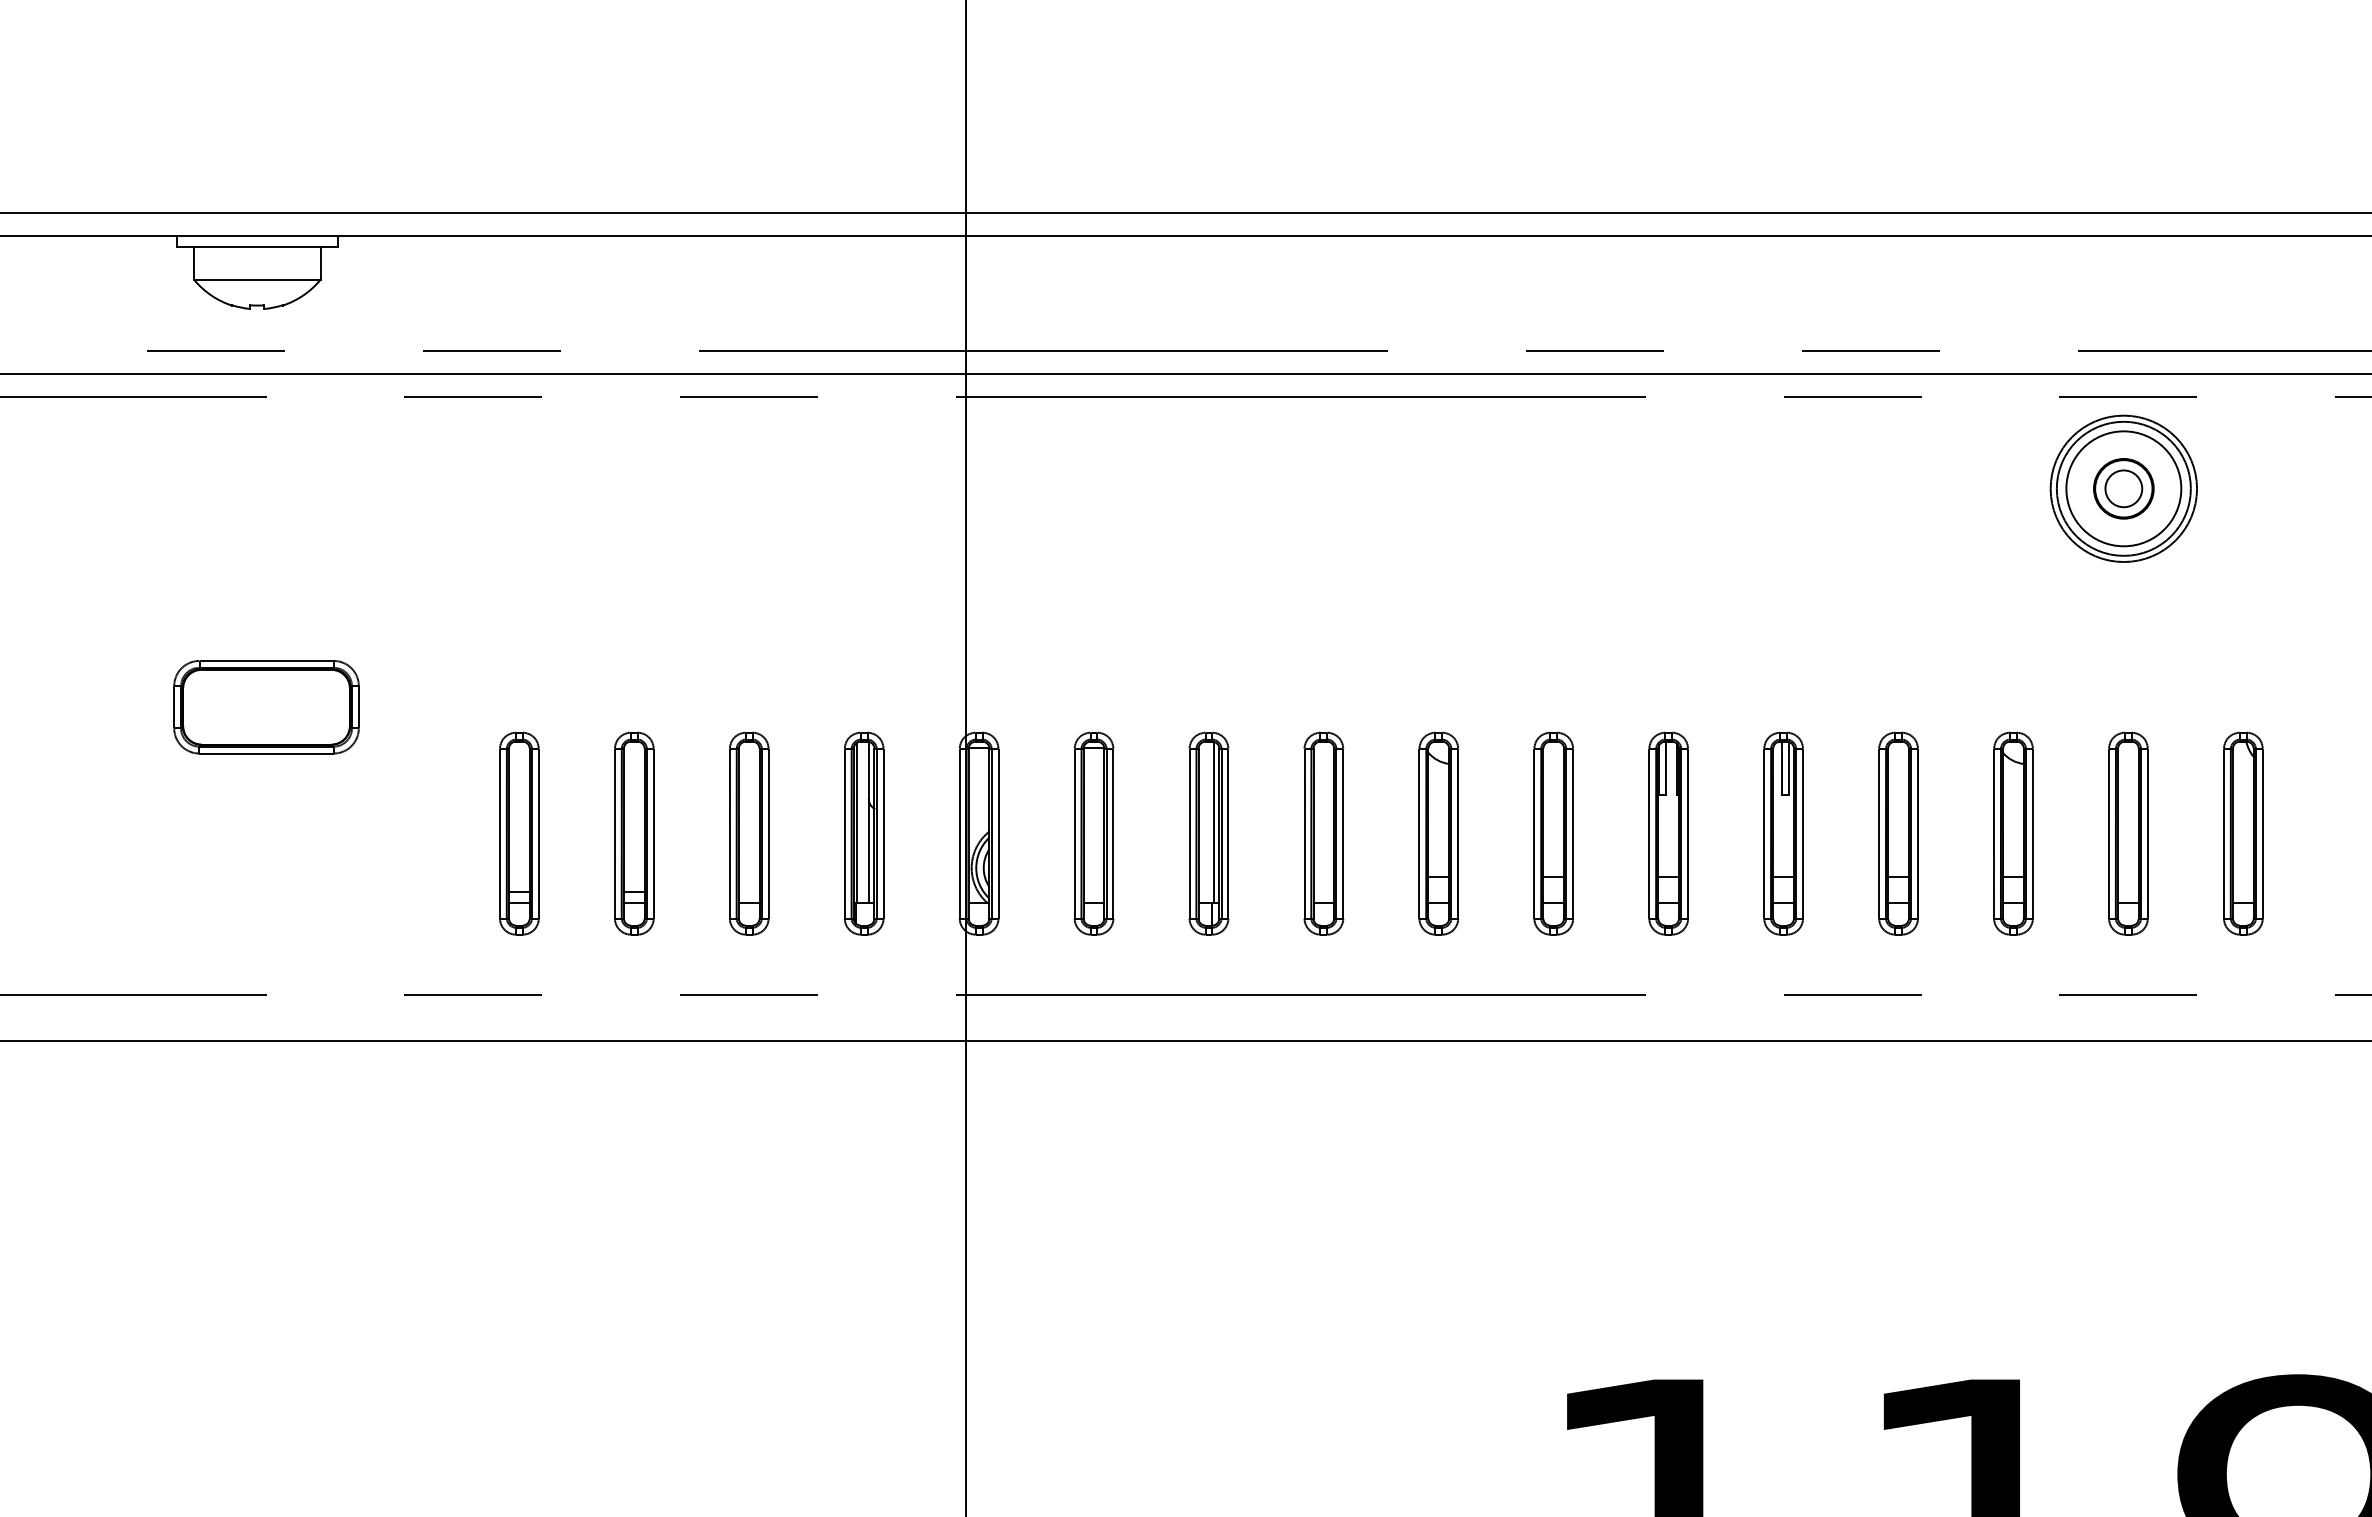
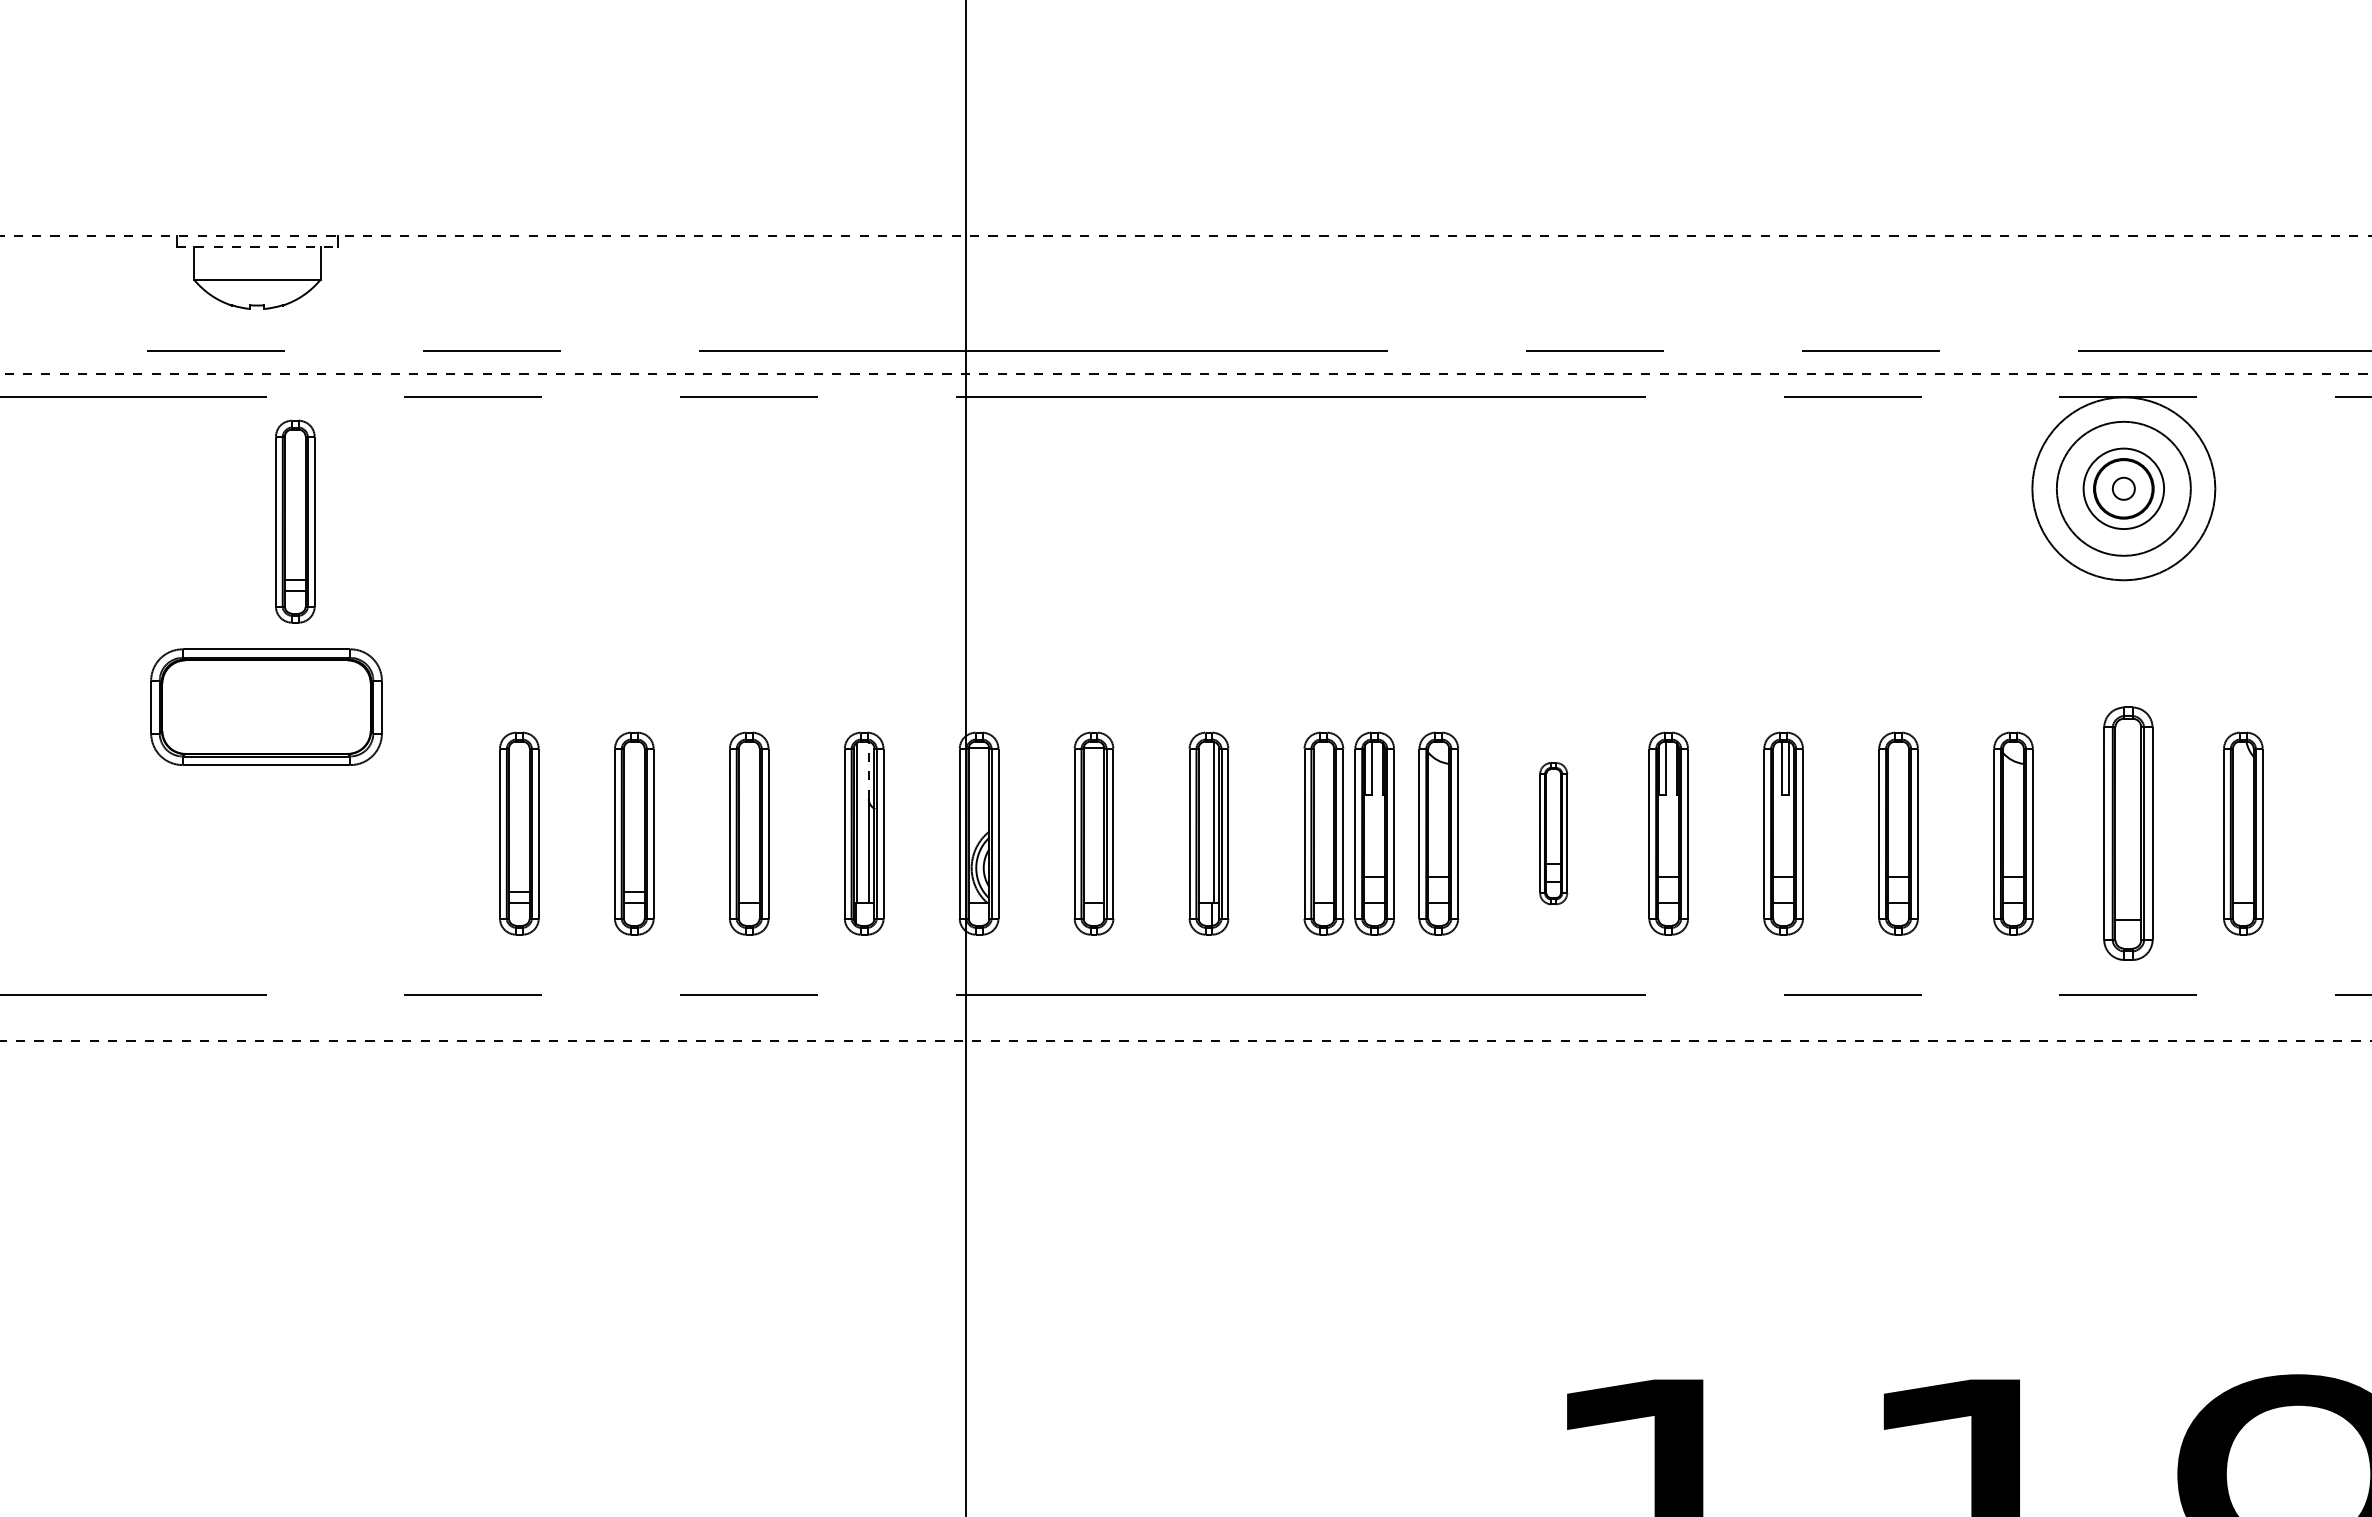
line at (1185, 213): present -> none
line at (1185, 235): solid -> dashed
line at (257, 247): solid -> dashed
line at (1186, 373): solid -> dashed
circle at (2123, 488) diameter: 115 px -> 80 px
circle at (2123, 488) diameter: 146 px -> 183 px
circle at (2123, 488) diameter: 37 px -> 22 px
part at (295, 521): none -> present
part at (266, 707) size: 187x95 px -> 233x118 px
line at (868, 770): solid -> dashed
part at (1374, 833): none -> present
part at (1553, 833) size: 41x205 px -> 30x144 px
part at (2128, 833) size: 41x205 px -> 51x255 px
line at (1185, 1040): solid -> dashed
